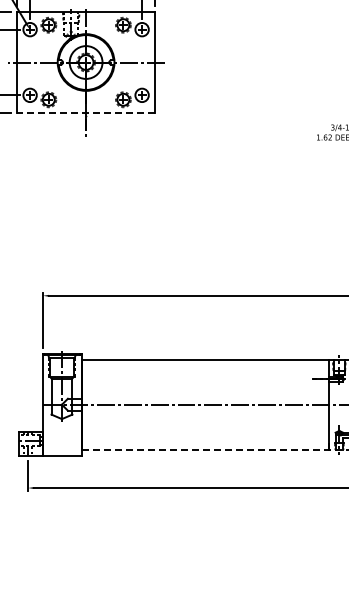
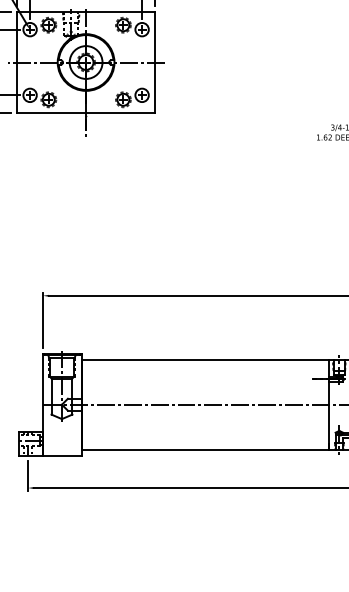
line at (86, 113): dashed -> solid
line at (215, 449): dashed -> solid
